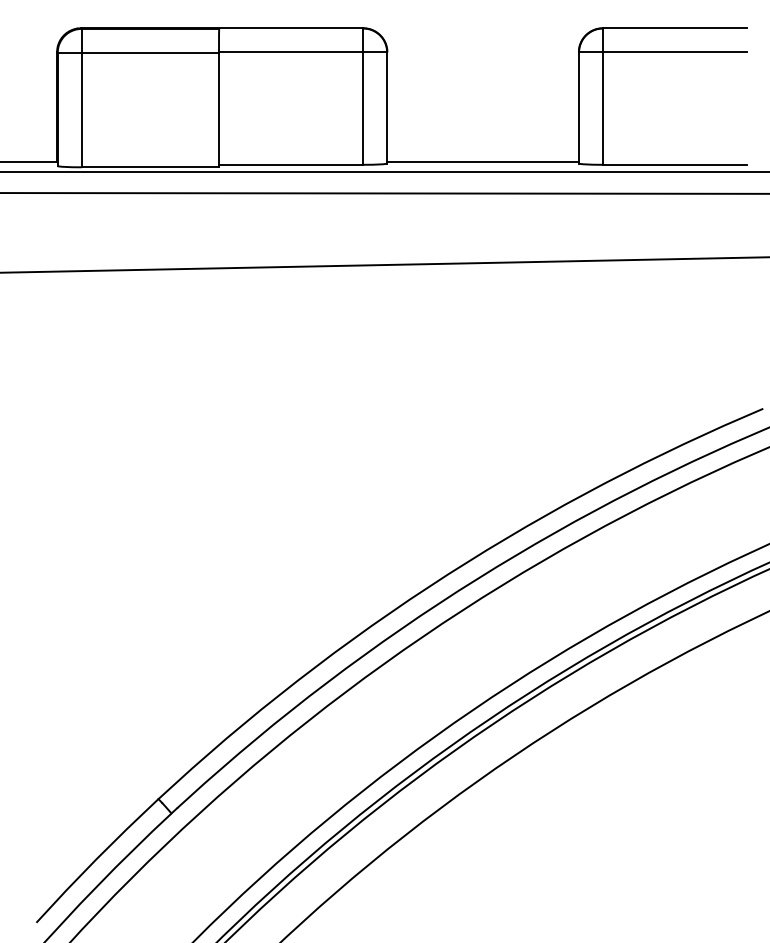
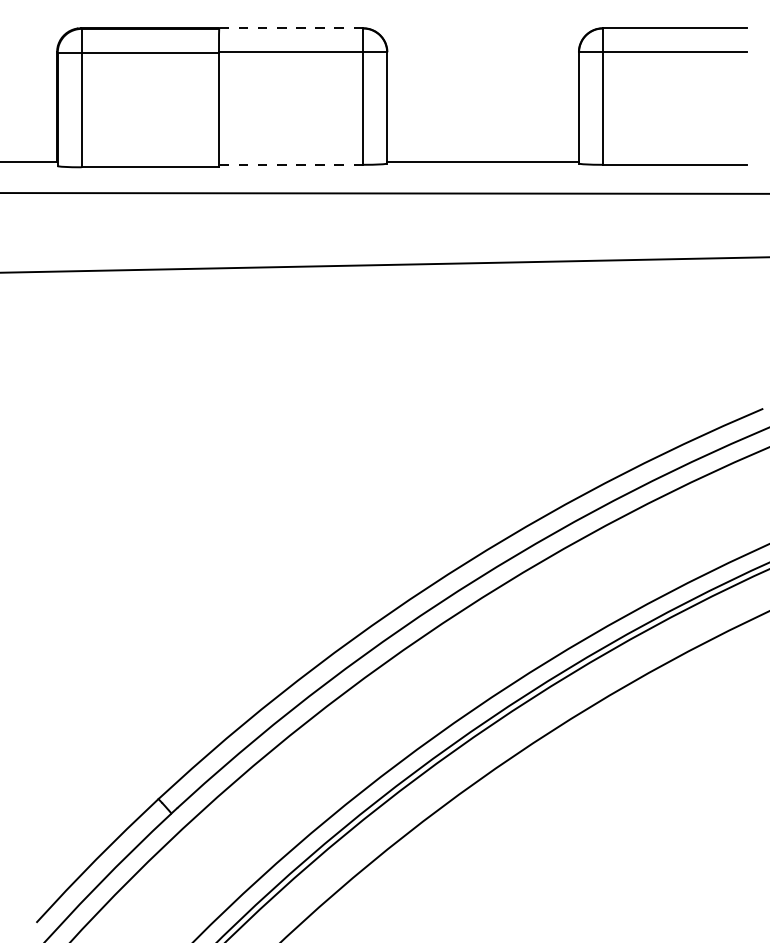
line at (291, 28): solid -> dashed
line at (291, 164): solid -> dashed
line at (384, 171): present -> none
